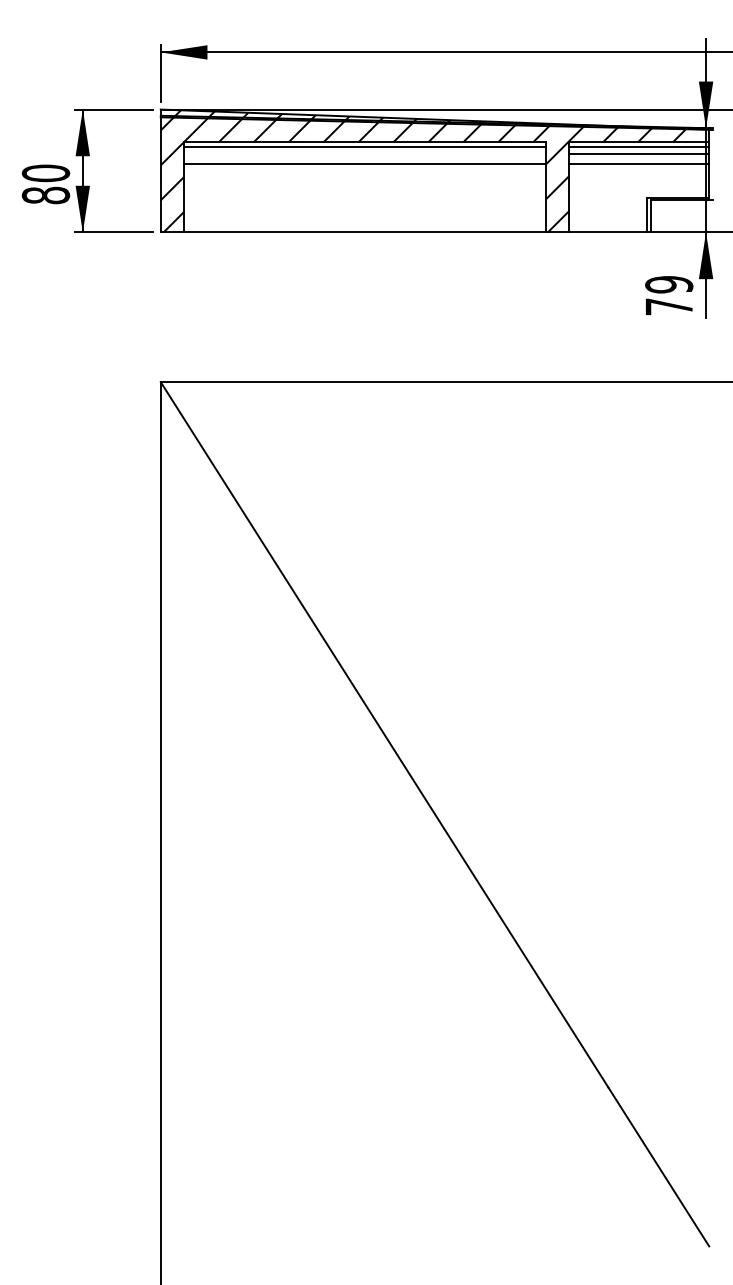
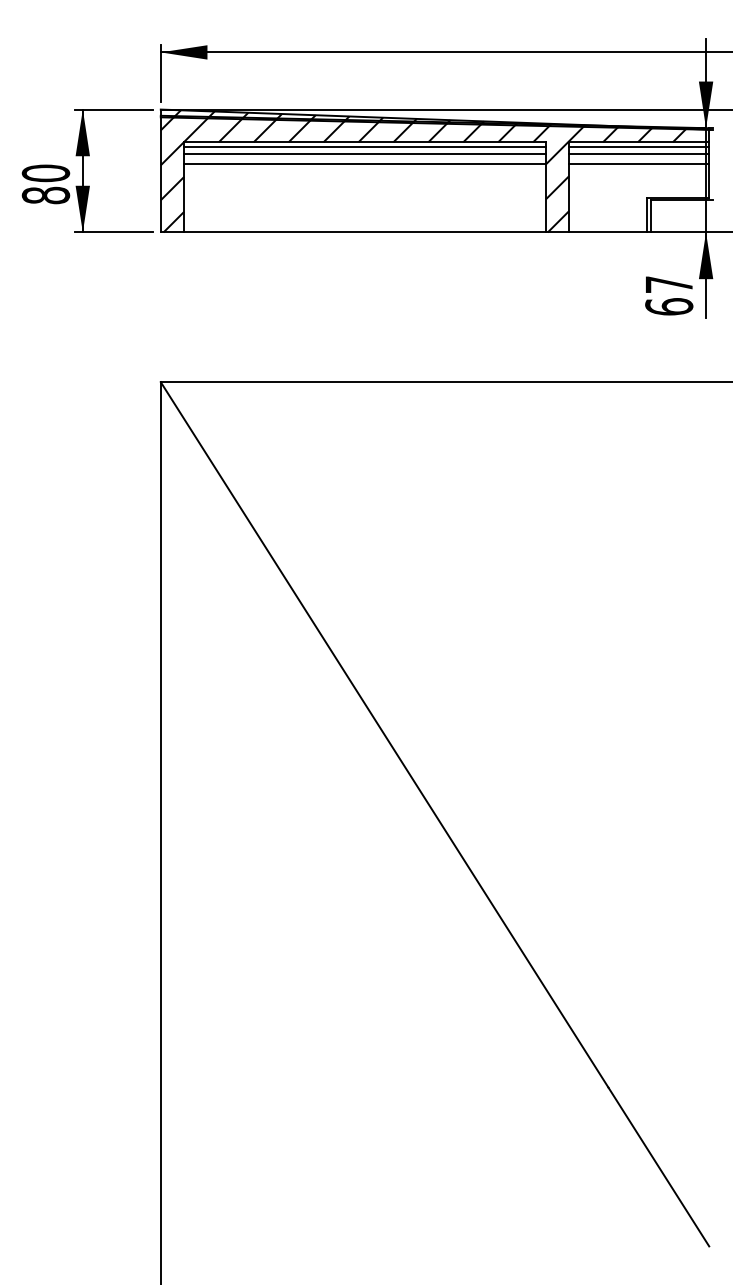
line at (364, 153): none -> present
text at (669, 295): 79 -> 67
